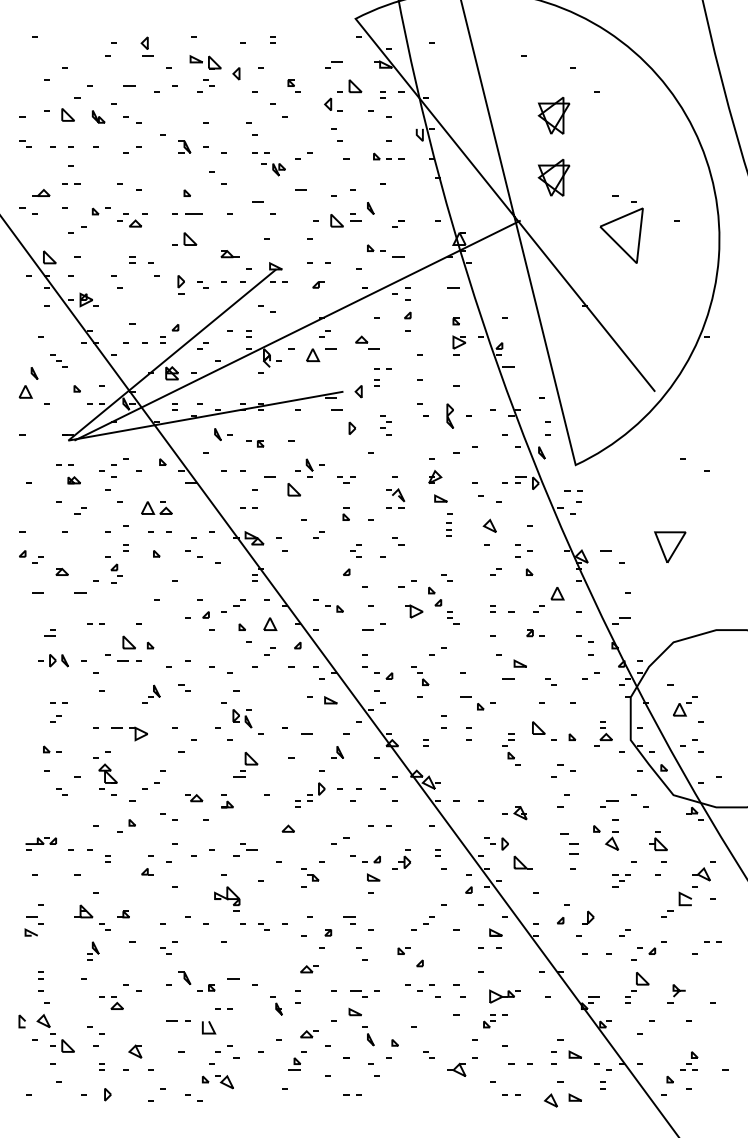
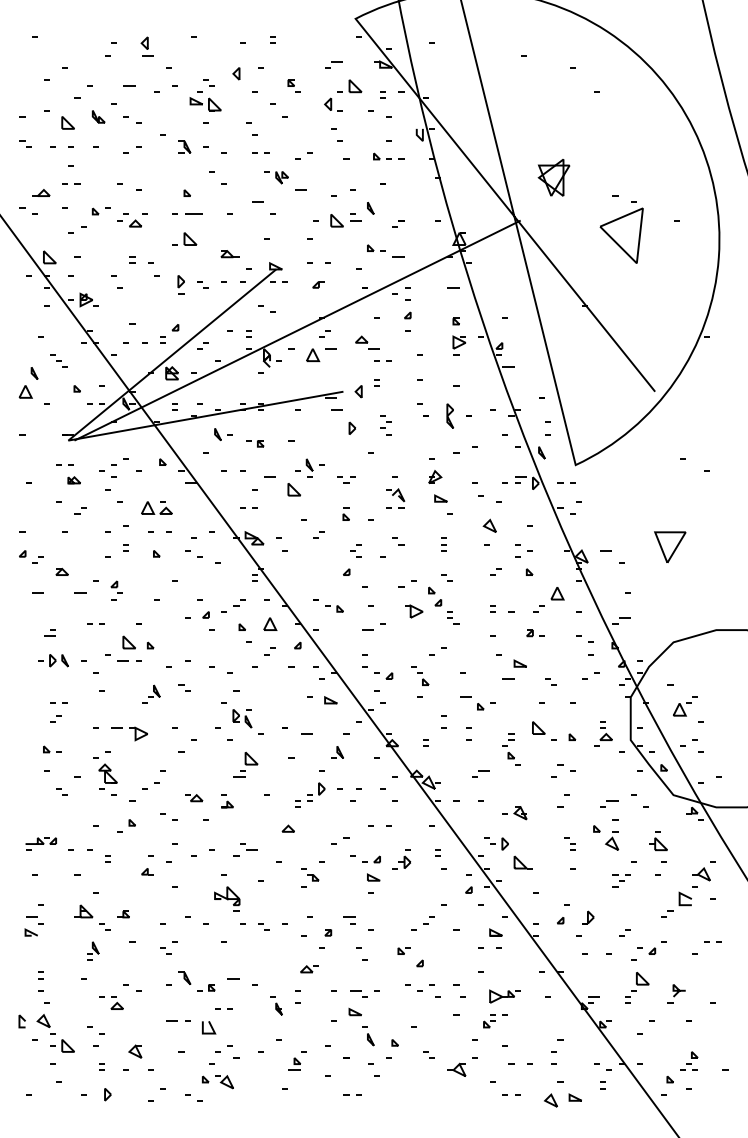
part at (205, 62) position: (205, 62) -> (205, 104)
part at (67, 114) position: (67, 114) -> (67, 122)
part at (553, 115): present -> none
part at (273, 169) position: (273, 169) -> (276, 177)
line at (379, 368) position: (379, 368) -> (379, 360)
line at (570, 490) position: (570, 490) -> (563, 482)
part at (448, 529) position: (448, 529) -> (443, 544)
part at (116, 573) position: (116, 573) -> (116, 590)
part at (480, 773): none -> present
part at (569, 843) size: 19x22 px -> 12x14 px
part at (309, 1034): present -> none
part at (574, 1054): present -> none
